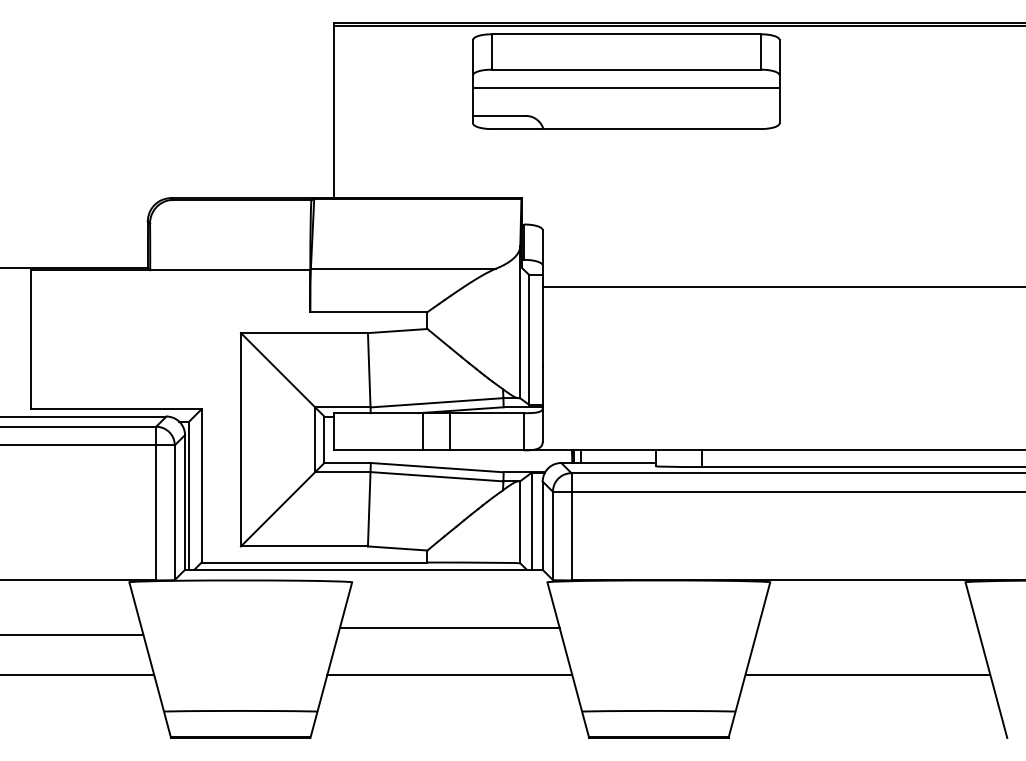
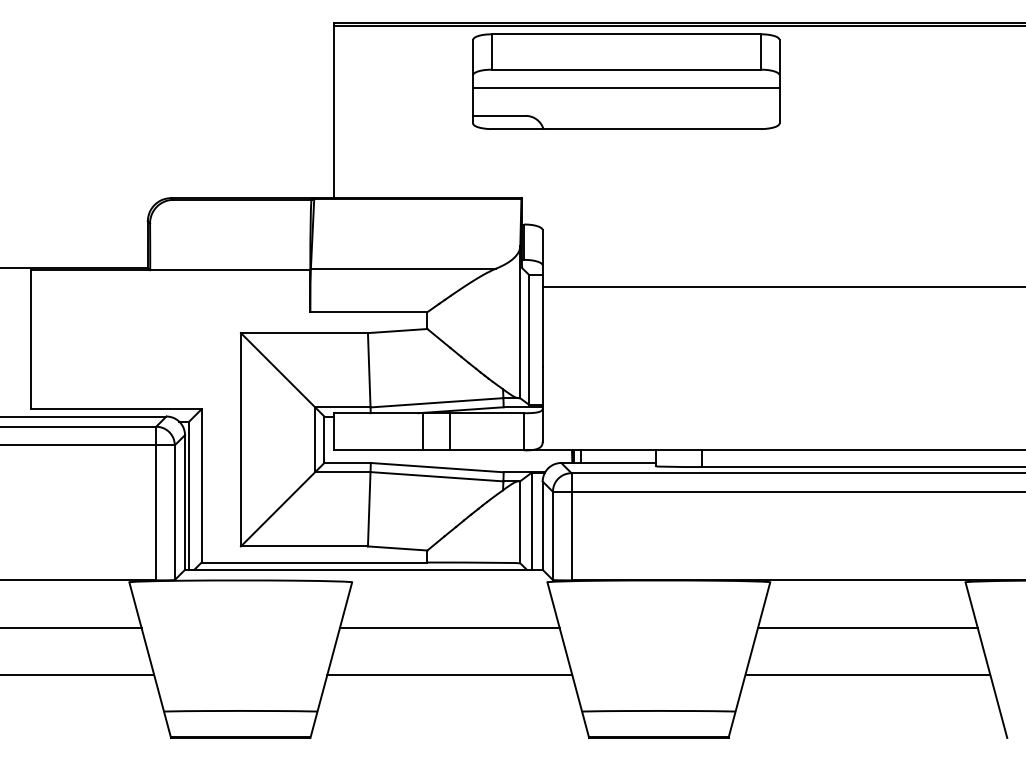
line at (867, 628): none -> present
line at (71, 635) position: (71, 635) -> (71, 628)
